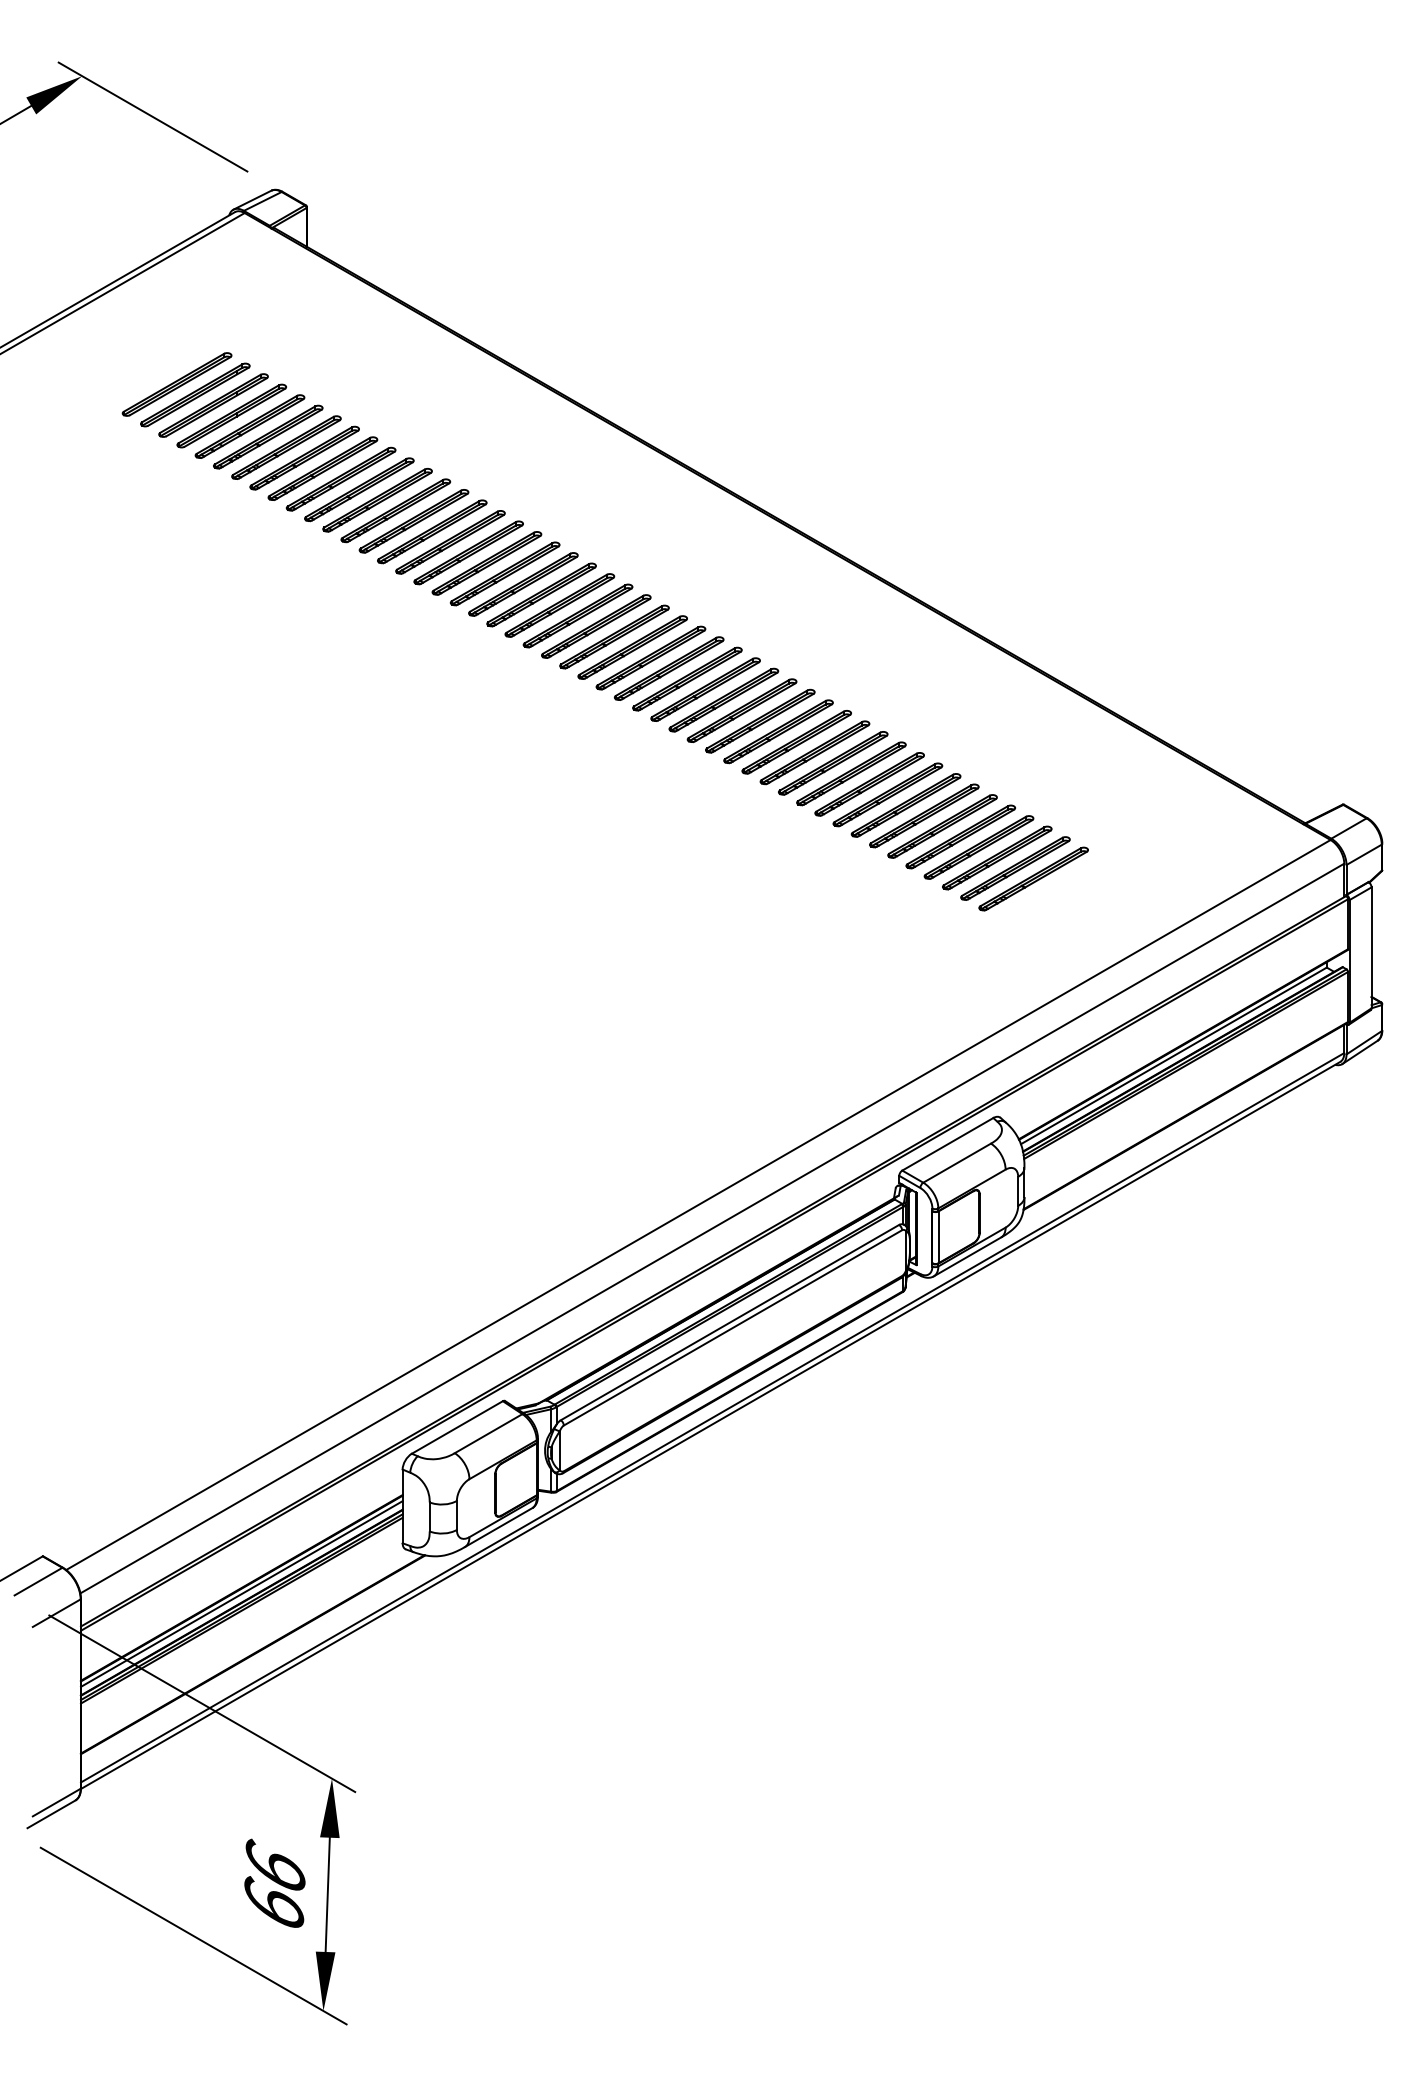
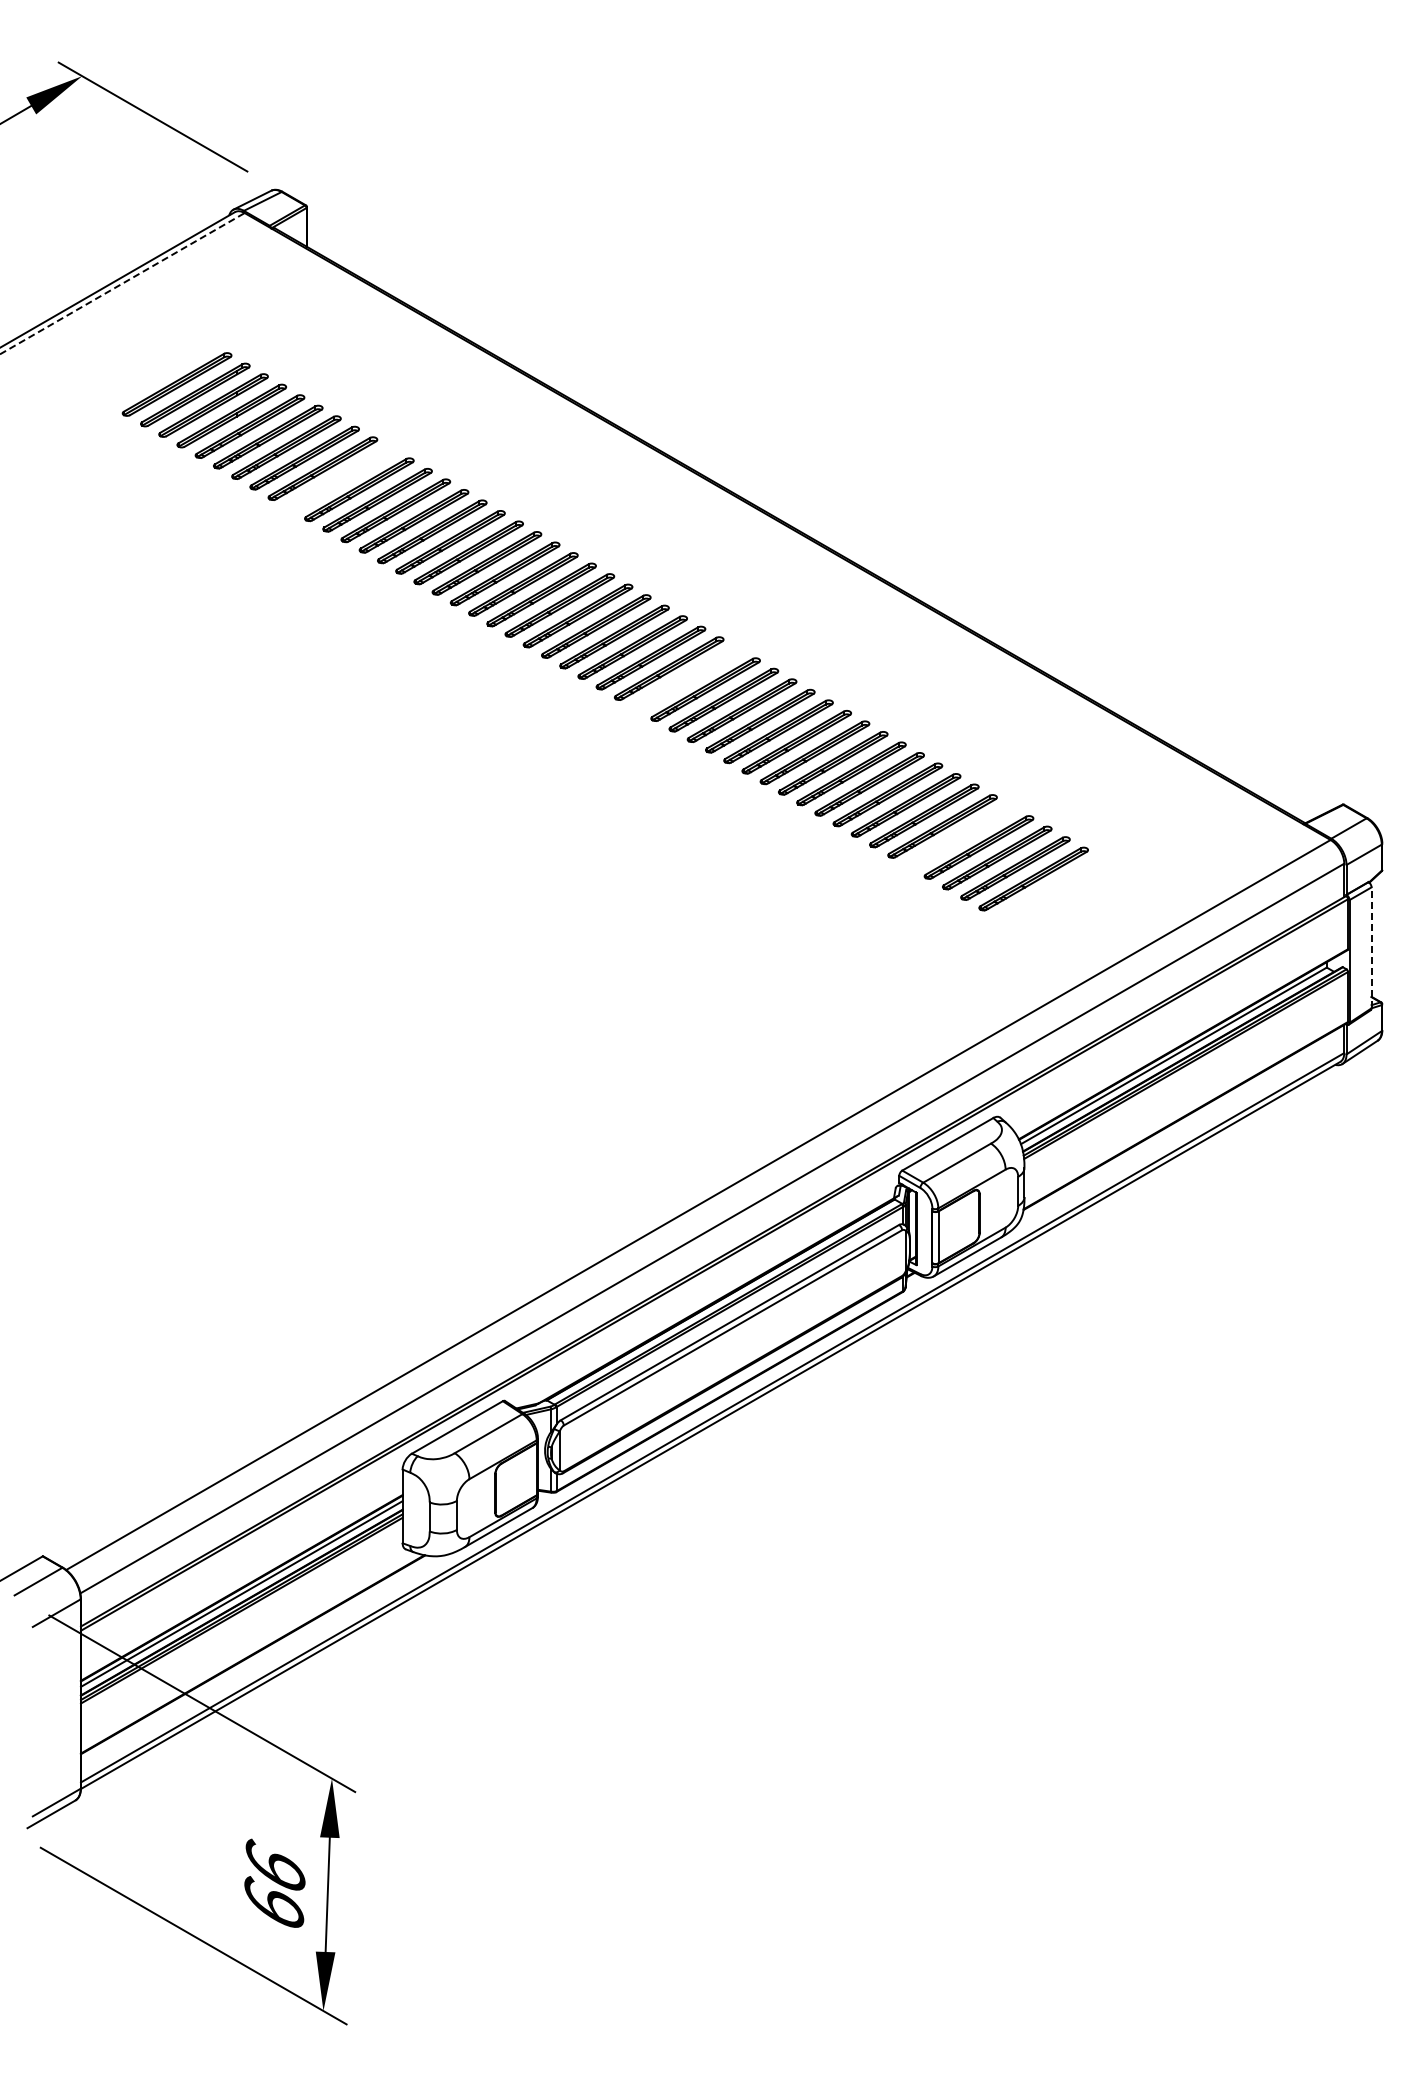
line at (122, 283): solid -> dashed
part at (340, 478): present -> none
part at (687, 678): present -> none
part at (960, 836): present -> none
line at (1371, 947): solid -> dashed
